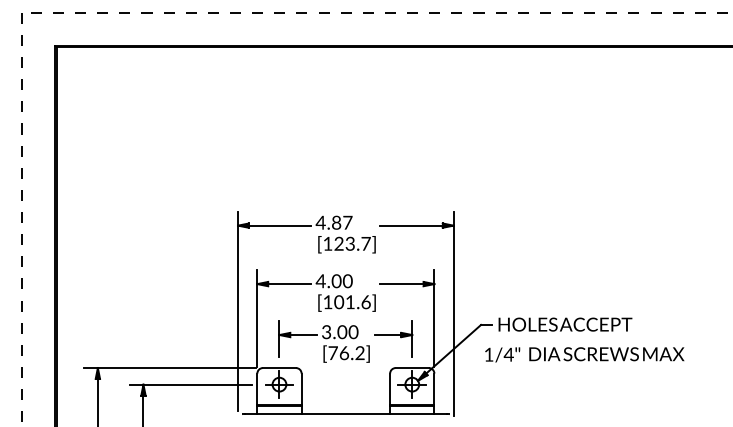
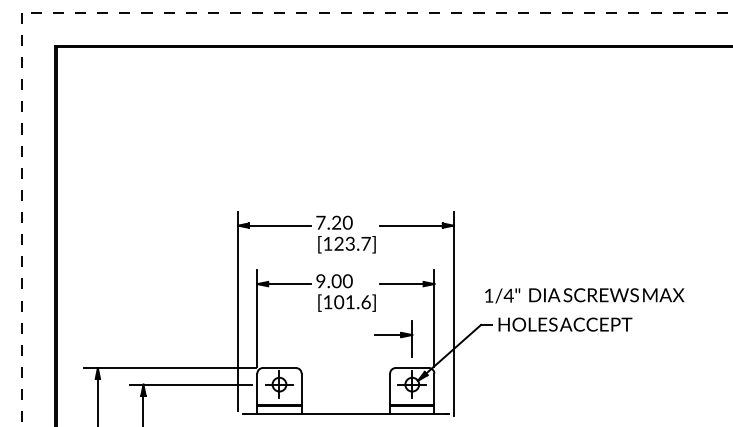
text at (333, 222): 4.87 -> 7.20
text at (320, 281): 4.00 -> 9.00
part at (323, 341): present -> none
text at (584, 354) position: (584, 354) -> (584, 295)
